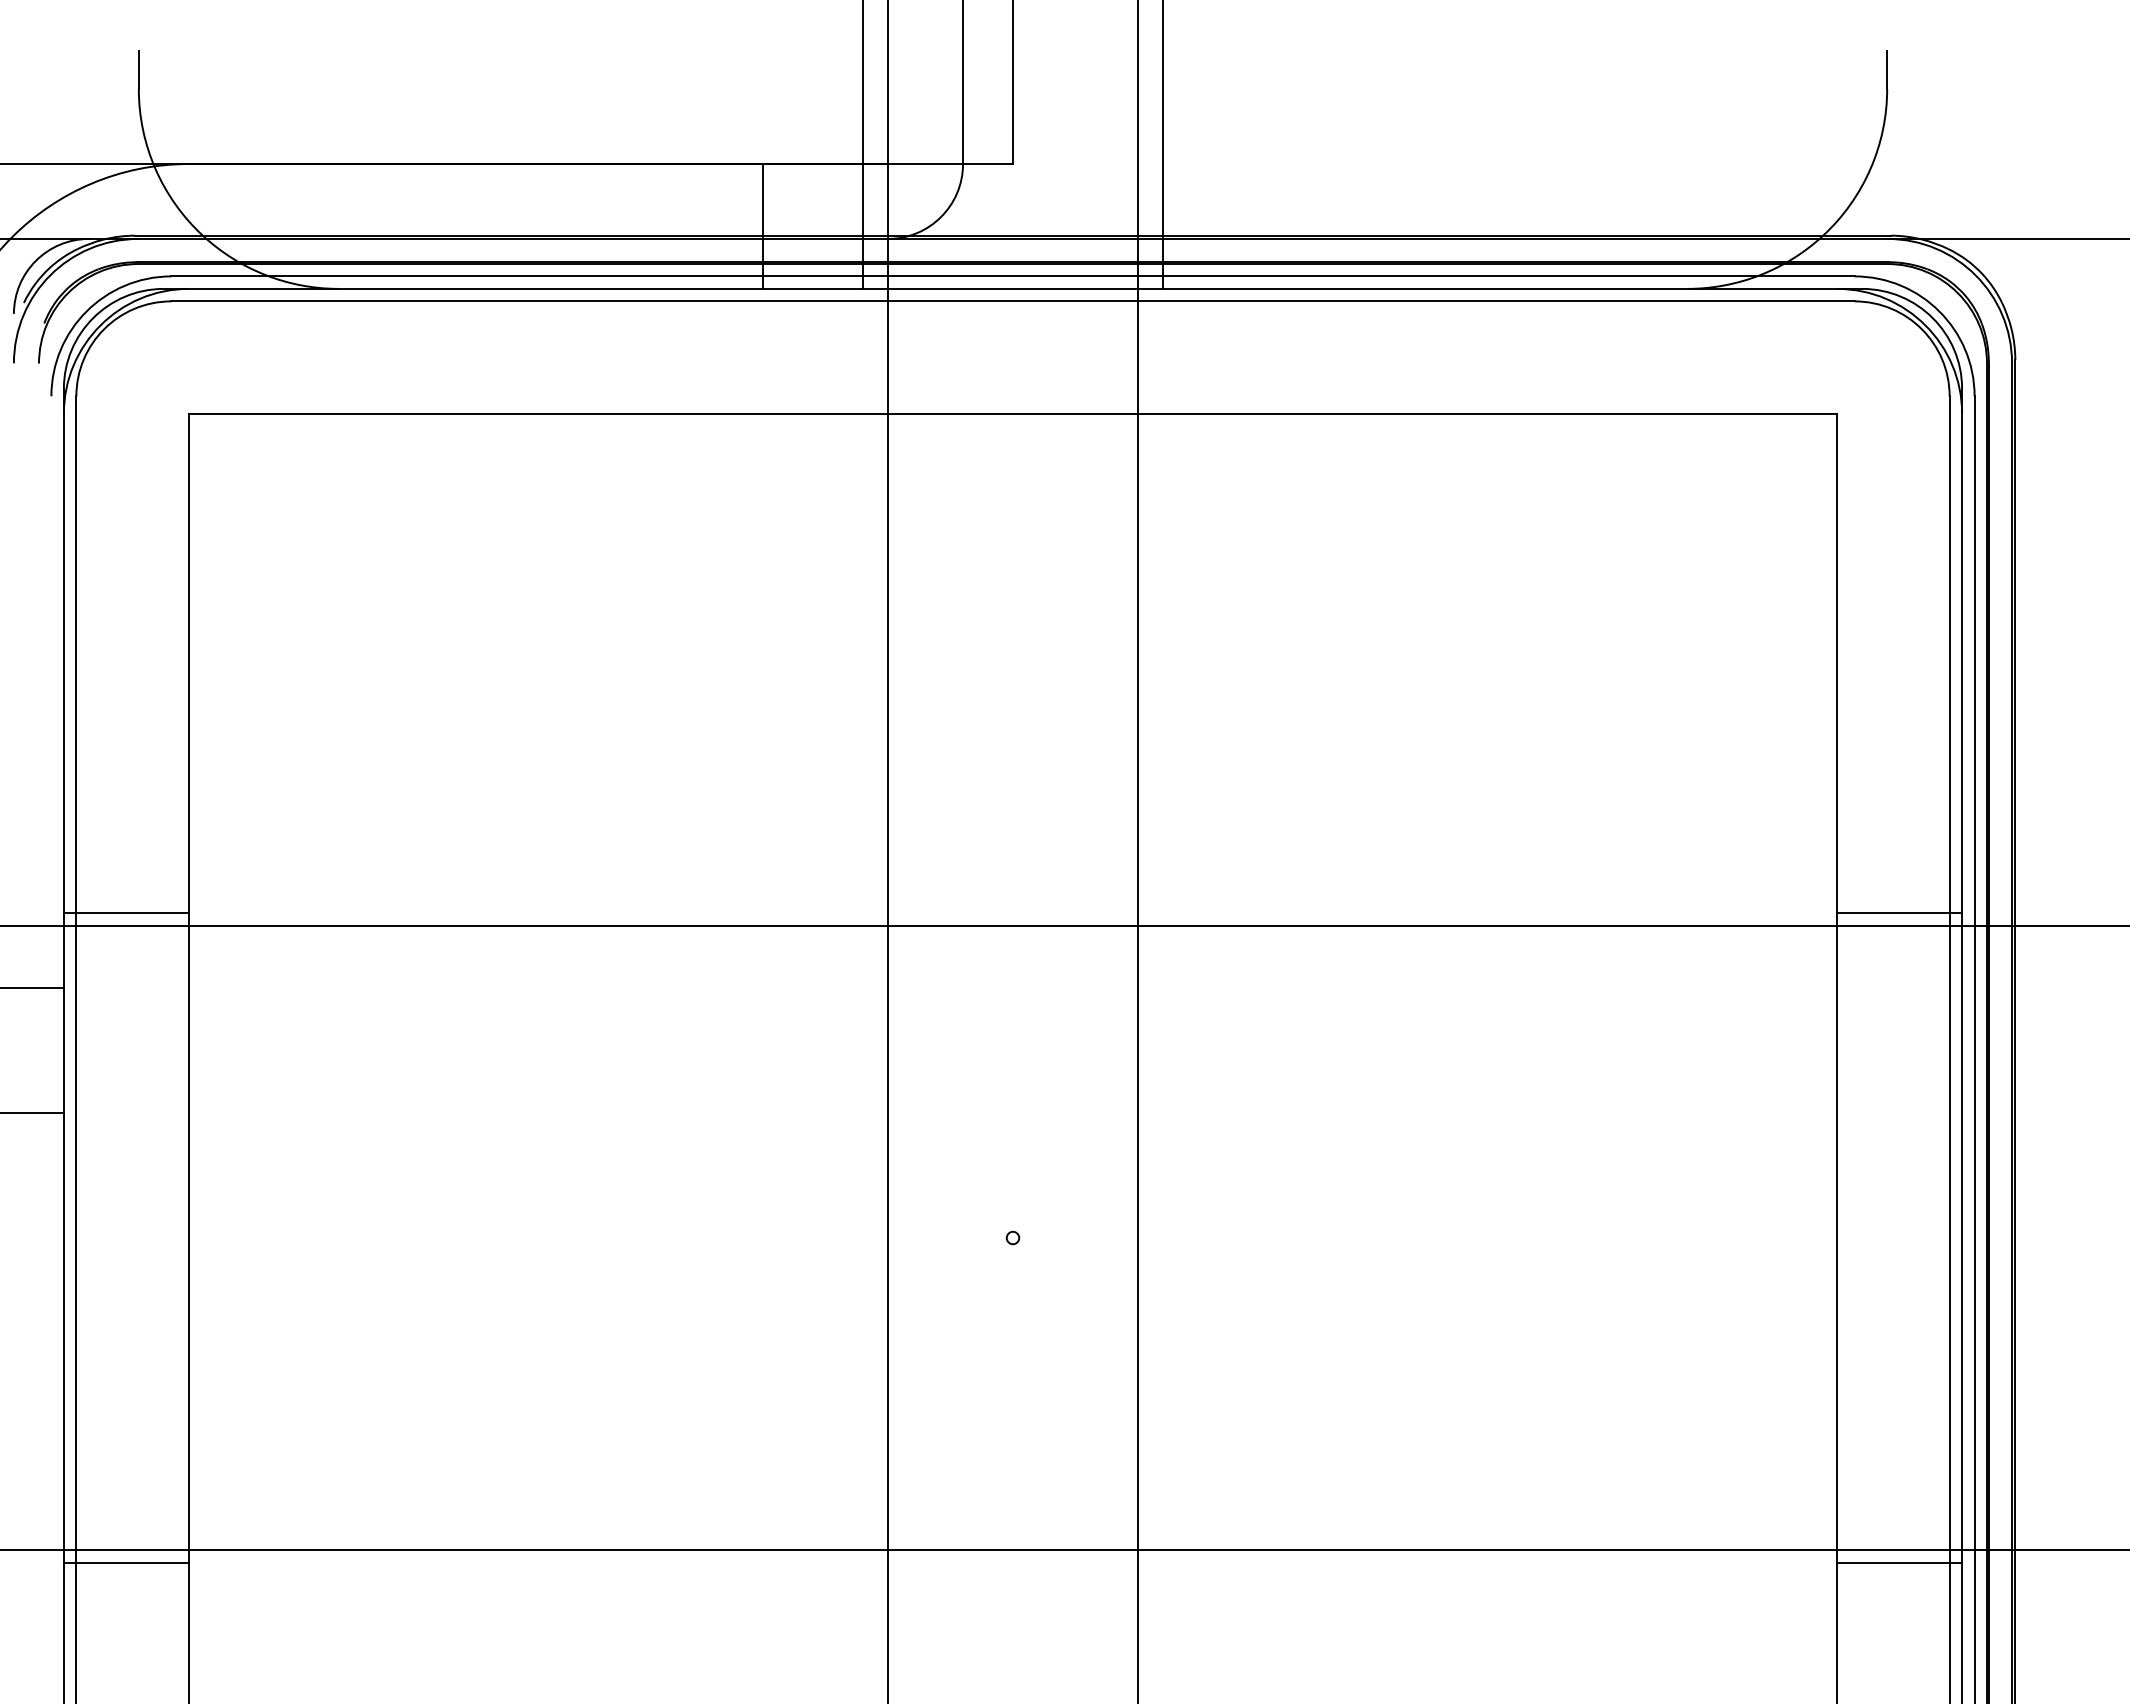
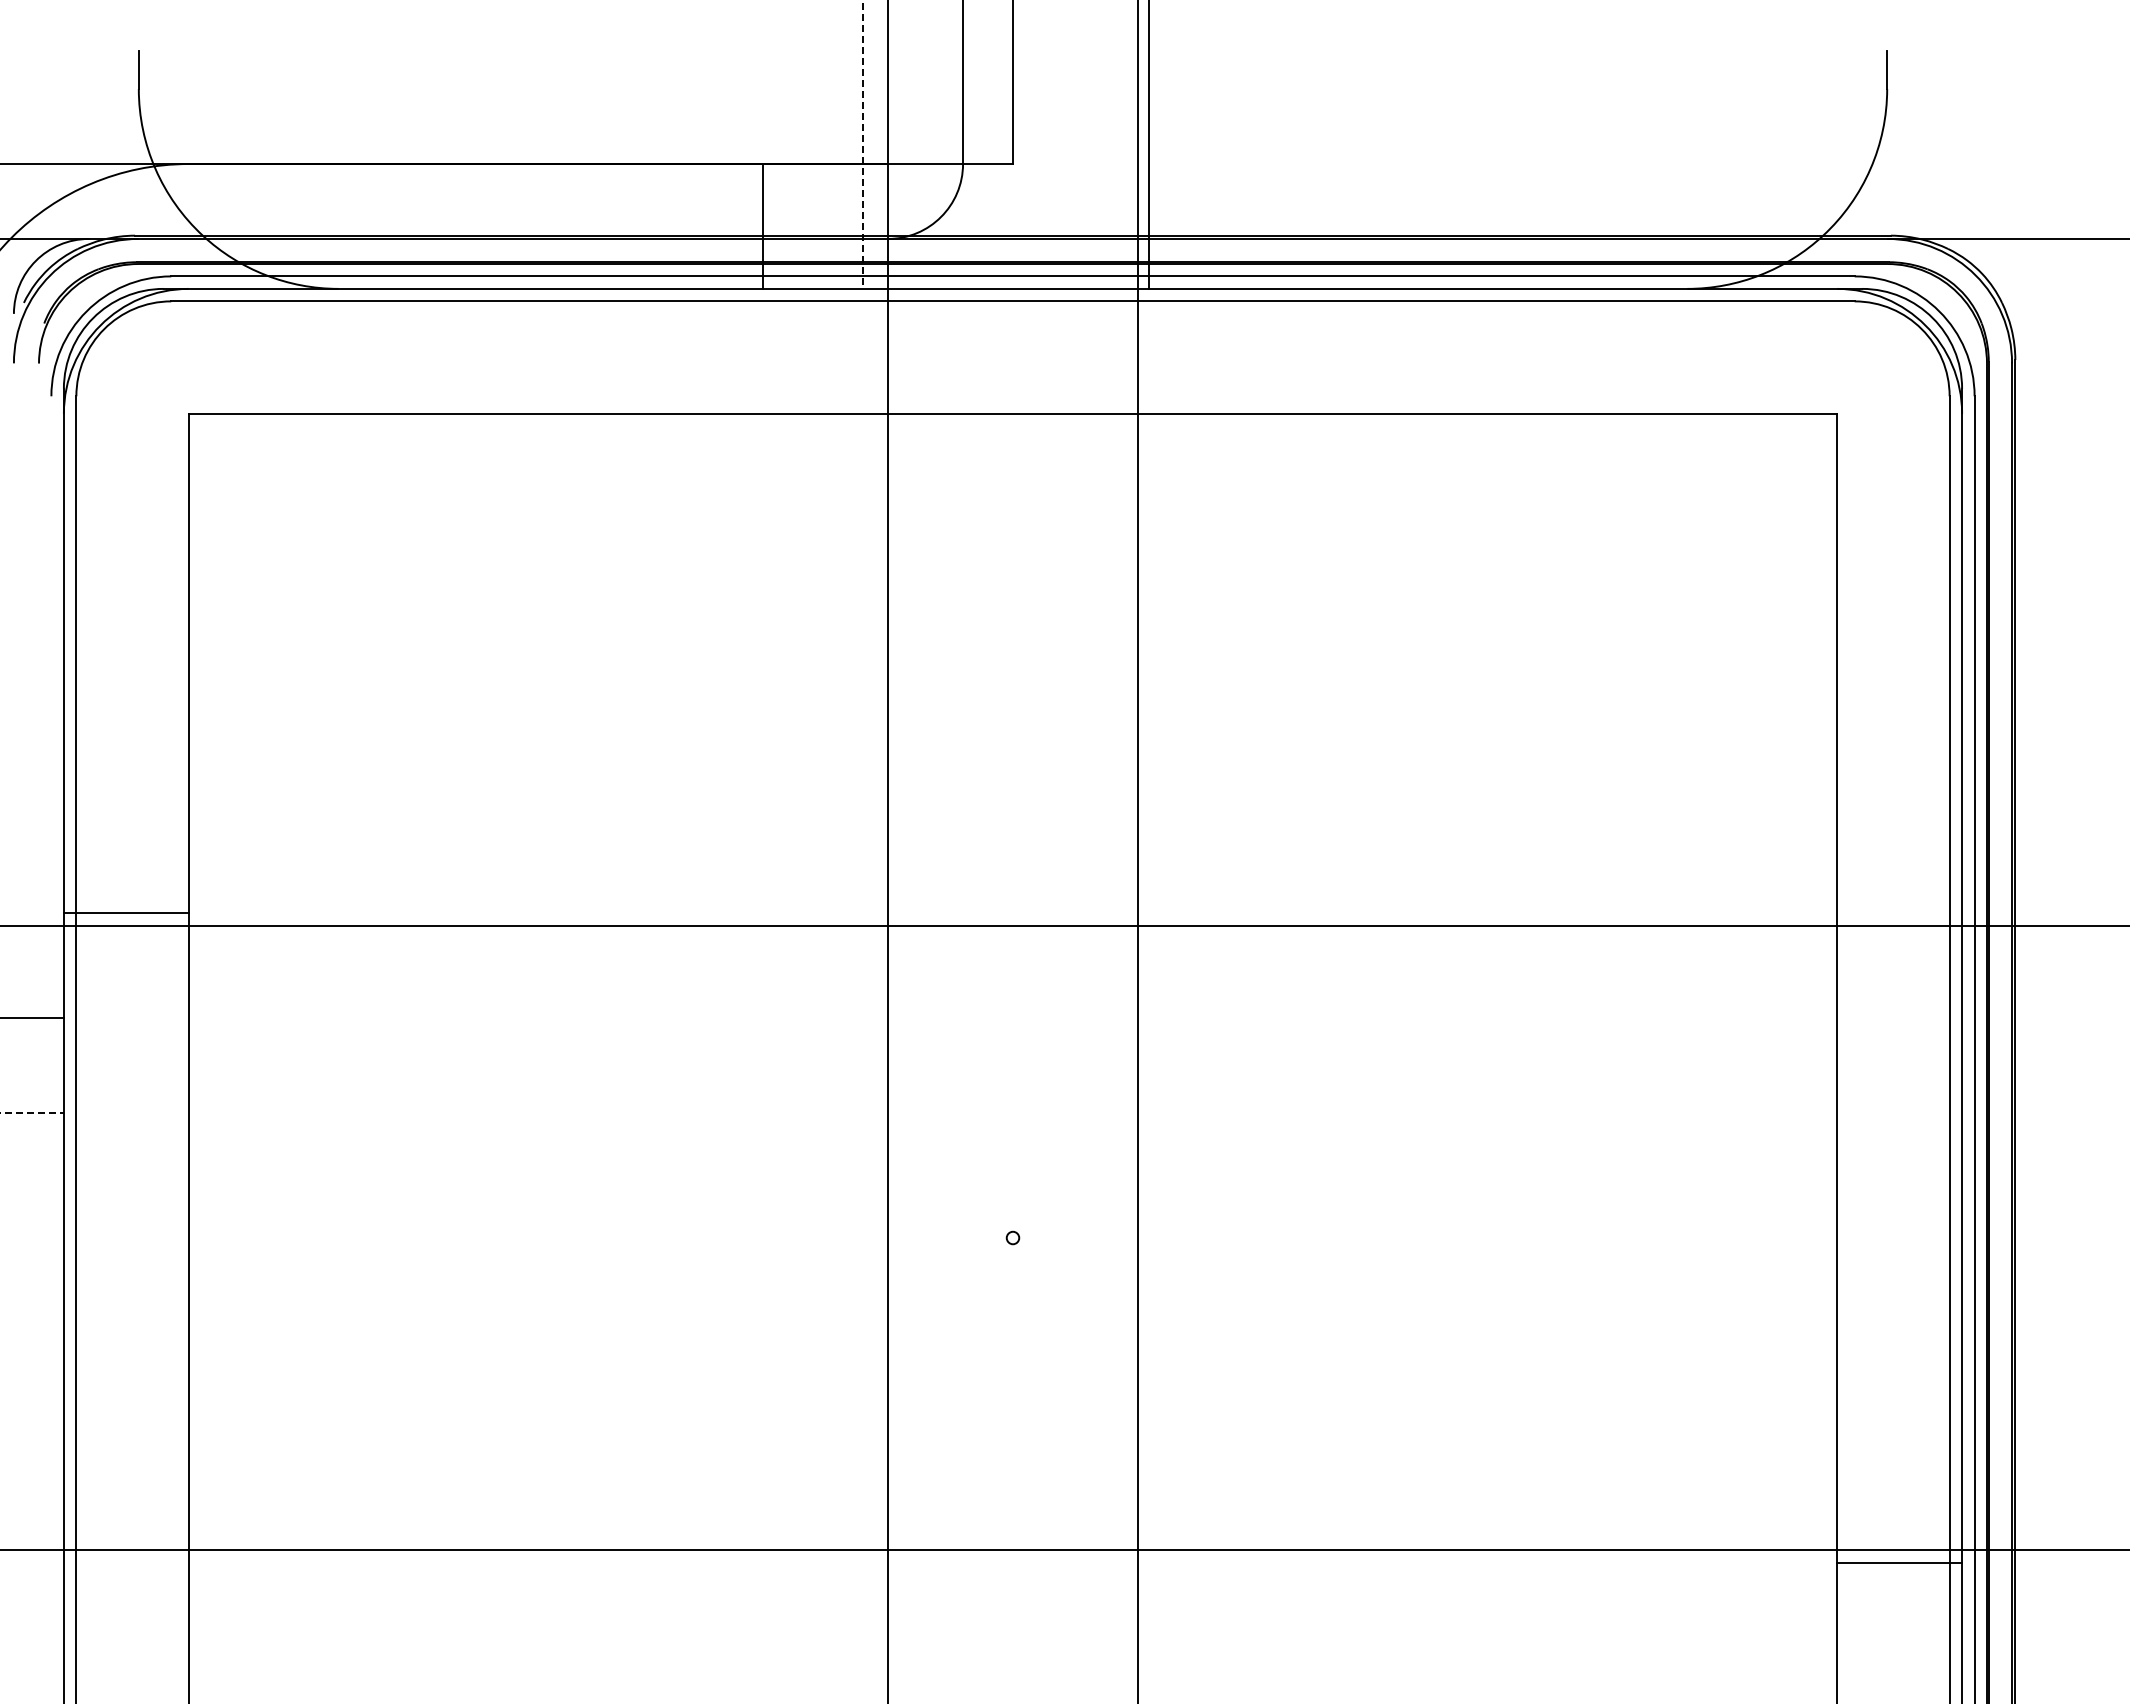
line at (863, 145): solid -> dashed
line at (1162, 145) position: (1162, 145) -> (1148, 145)
line at (1899, 913): present -> none
line at (32, 988) position: (32, 988) -> (32, 1018)
line at (32, 1113): solid -> dashed
line at (125, 1562): present -> none
